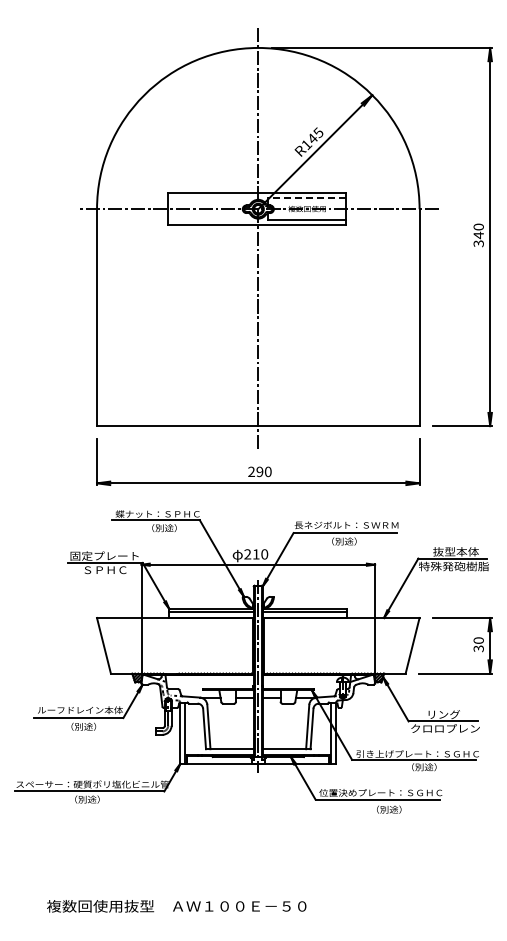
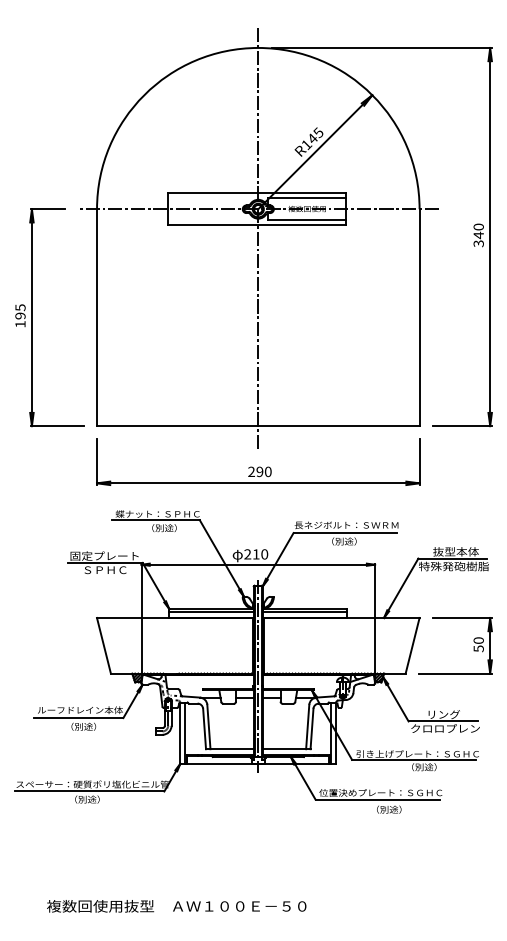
line at (306, 198): dashed -> solid
part at (32, 317): none -> present
text at (478, 648): 30 -> 50
